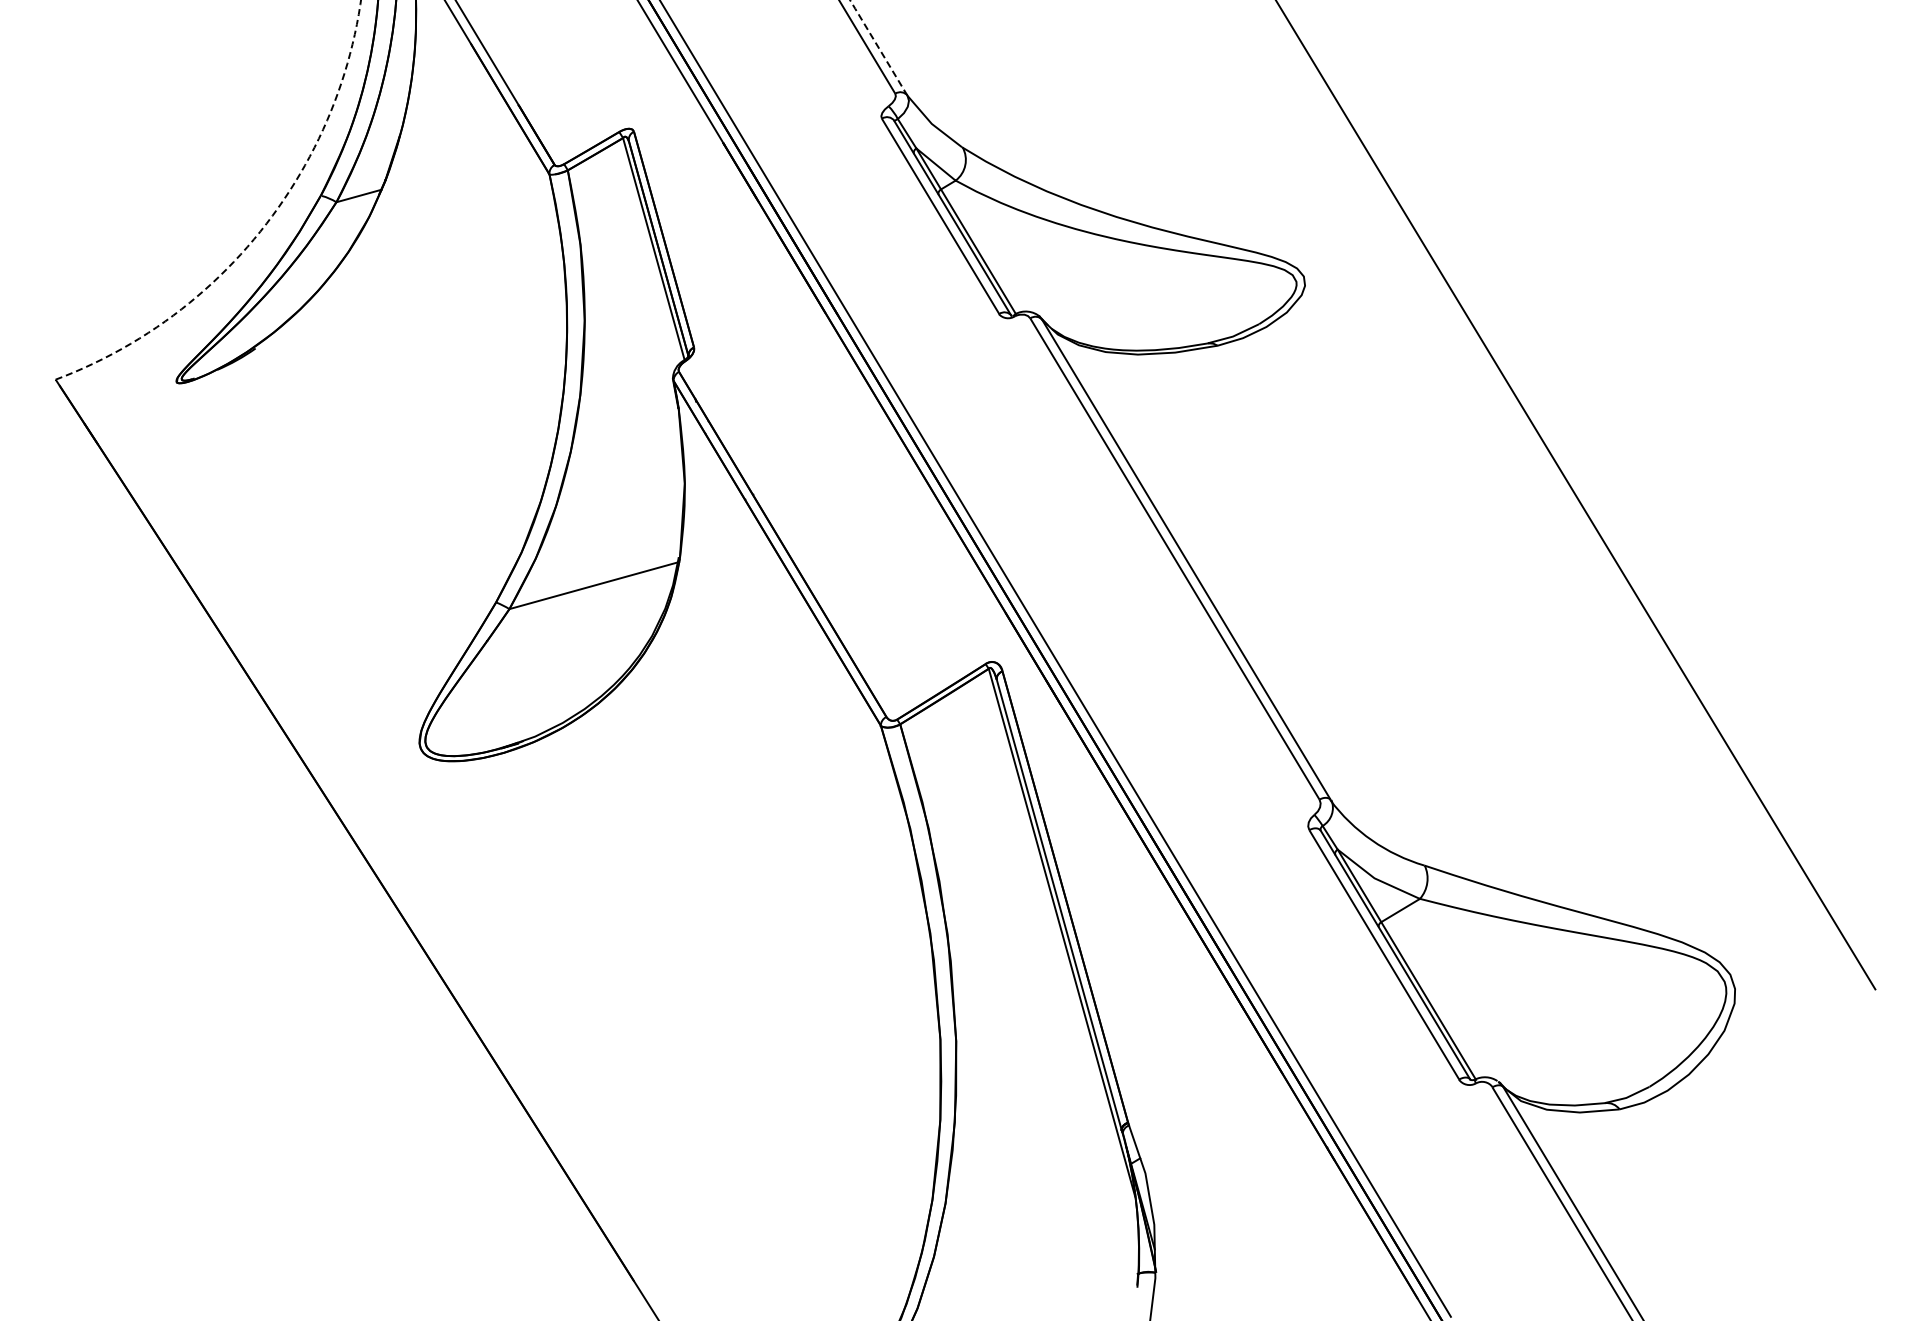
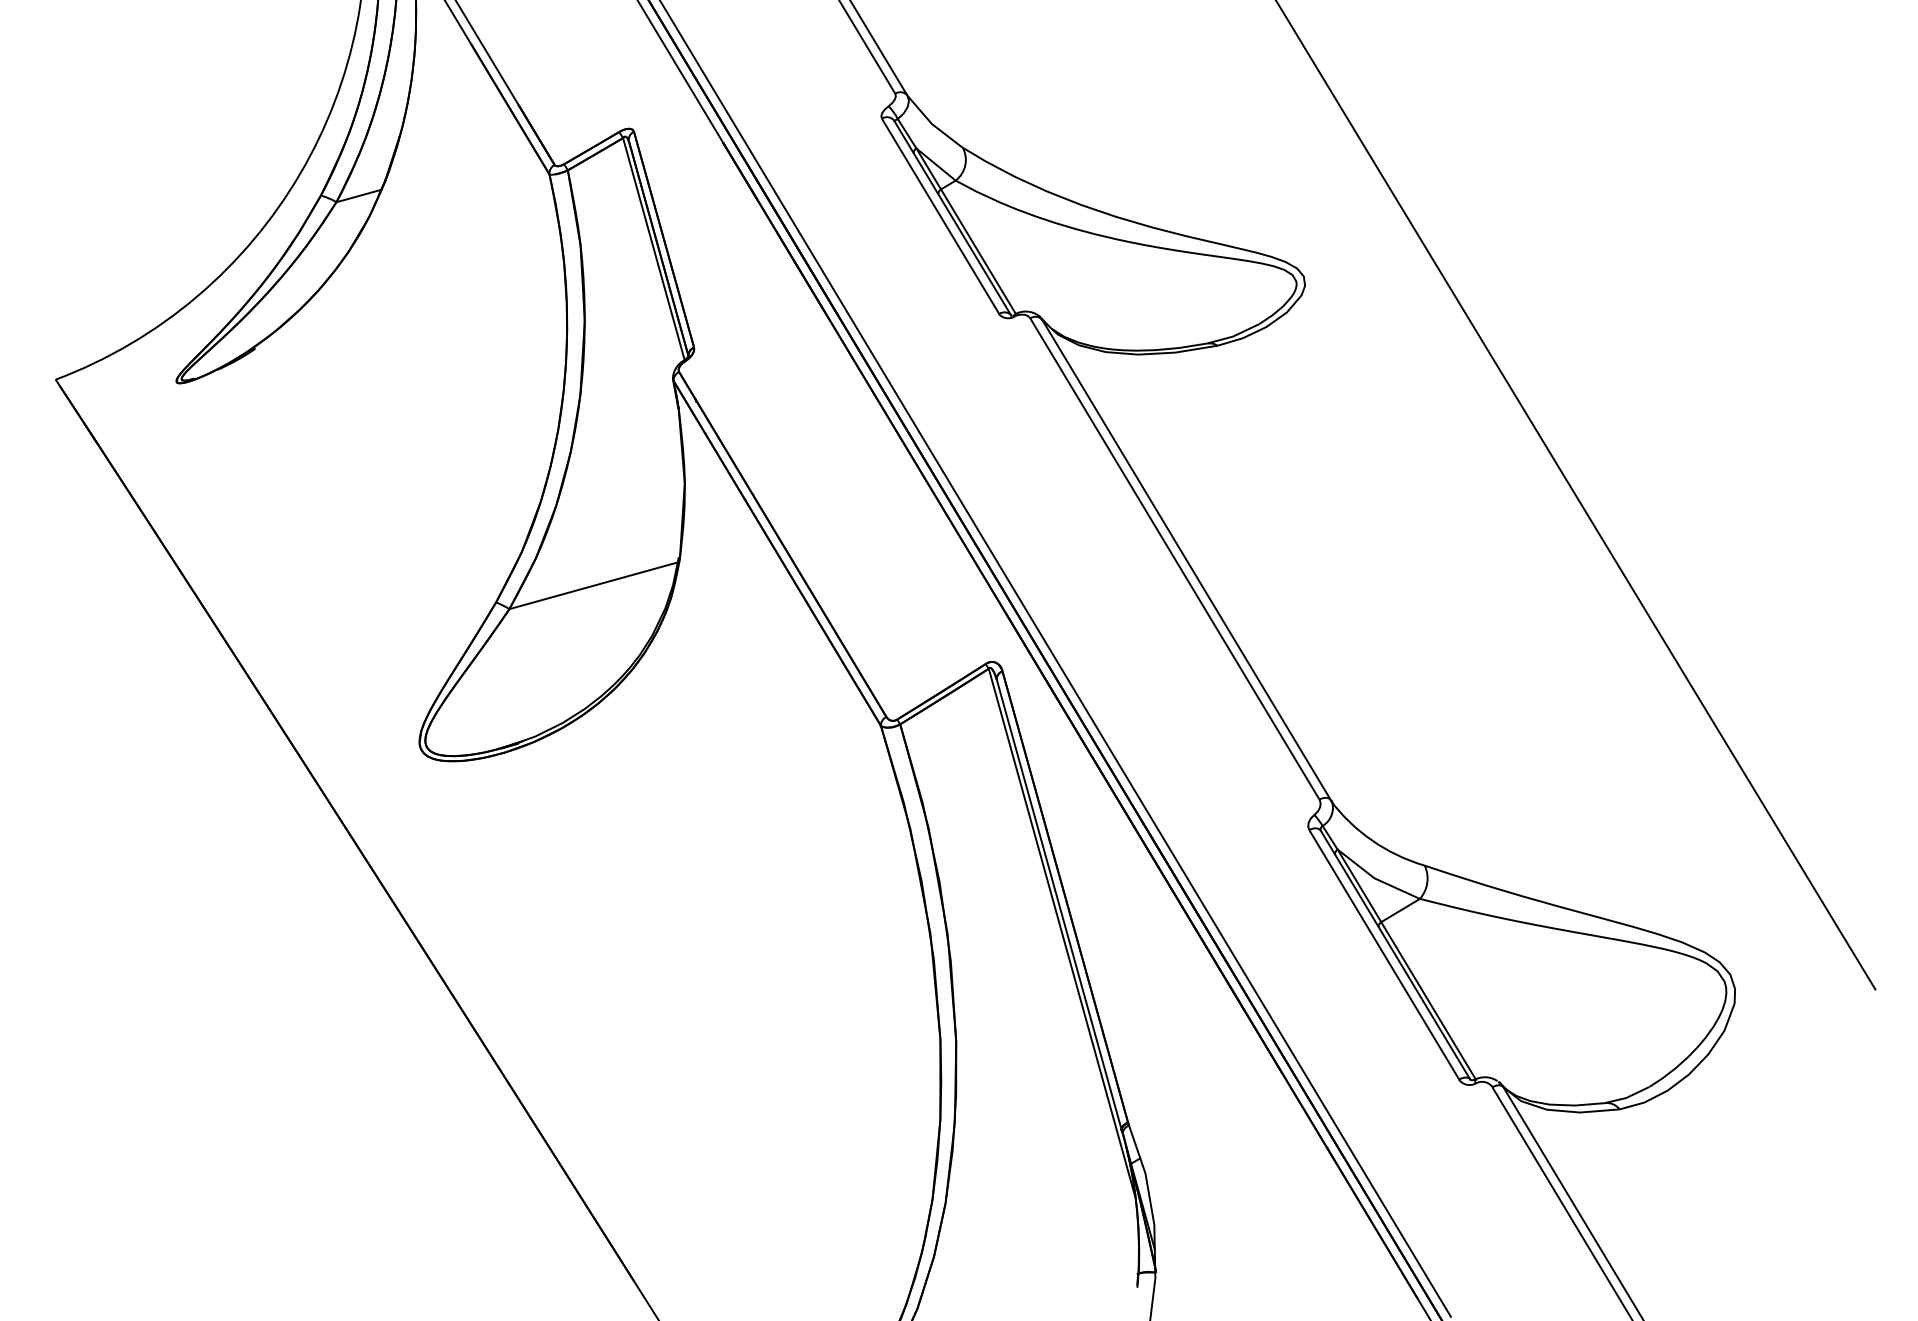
line at (878, 47): dashed -> solid
arc at (261, 230): dashed -> solid
